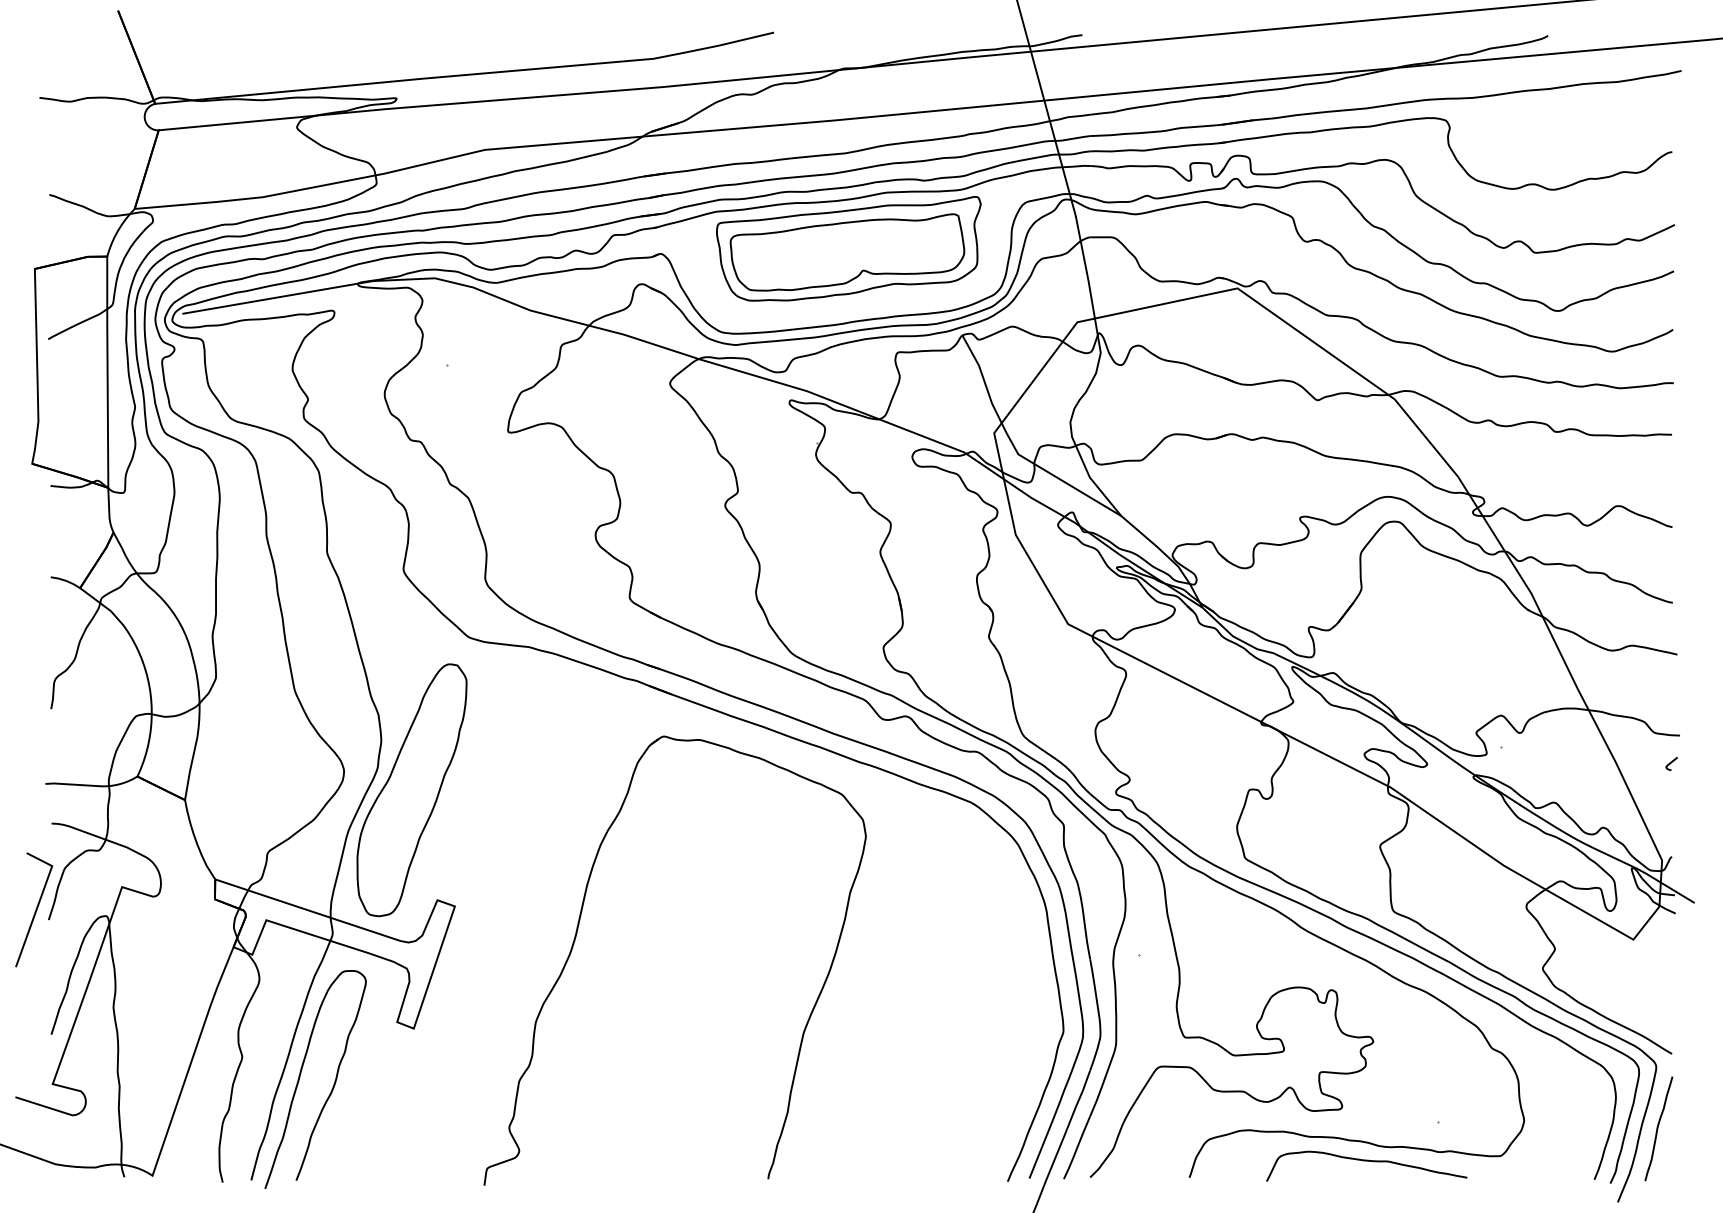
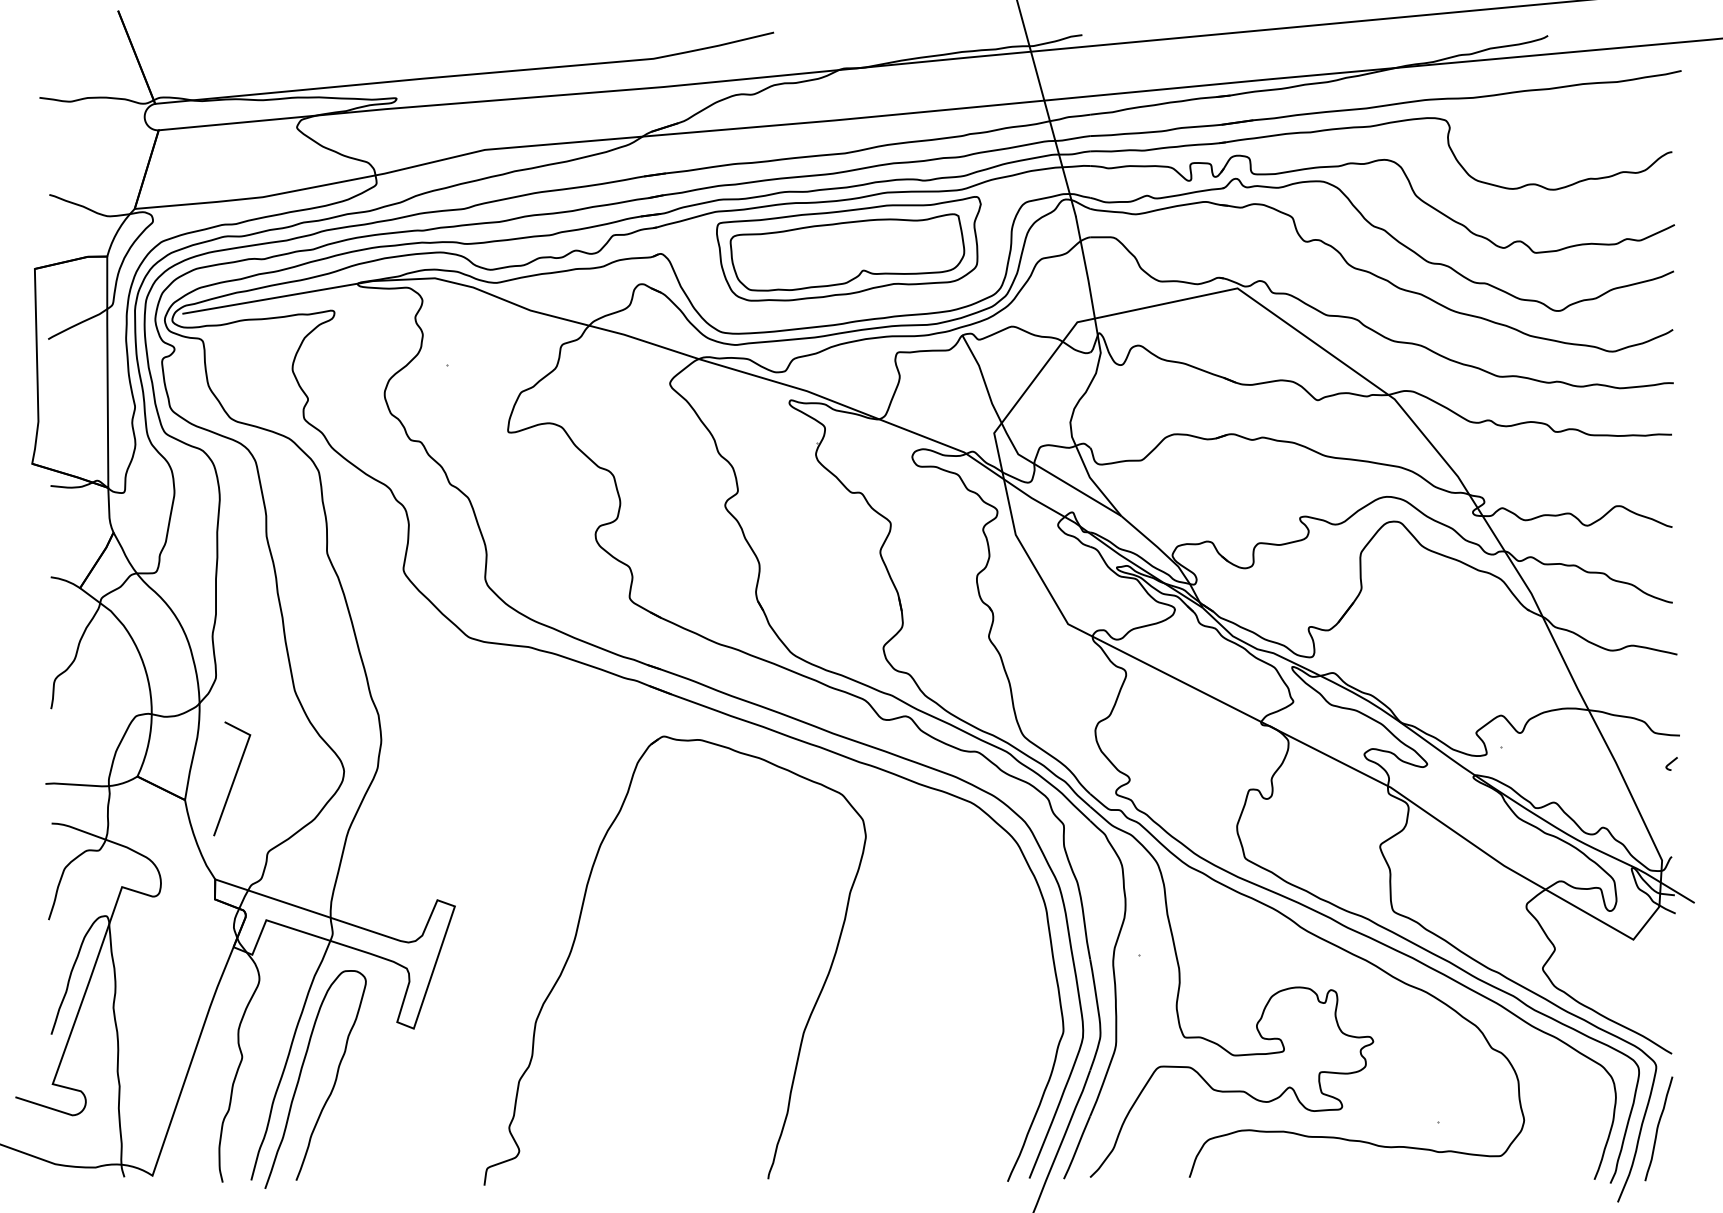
part at (411, 790): present -> none
line at (35, 909) position: (35, 909) -> (233, 778)
curve at (1366, 1161): present -> none
